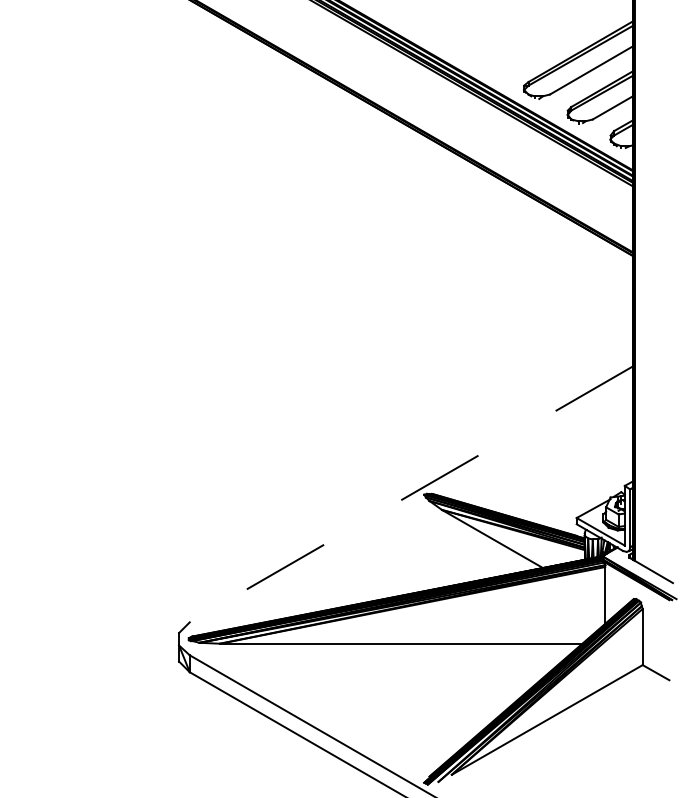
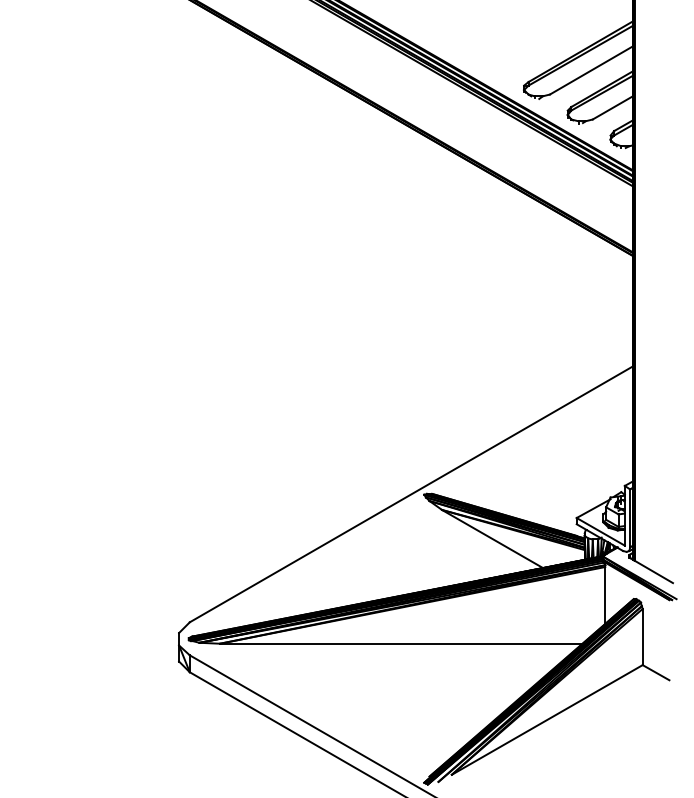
line at (411, 494): dashed -> solid
